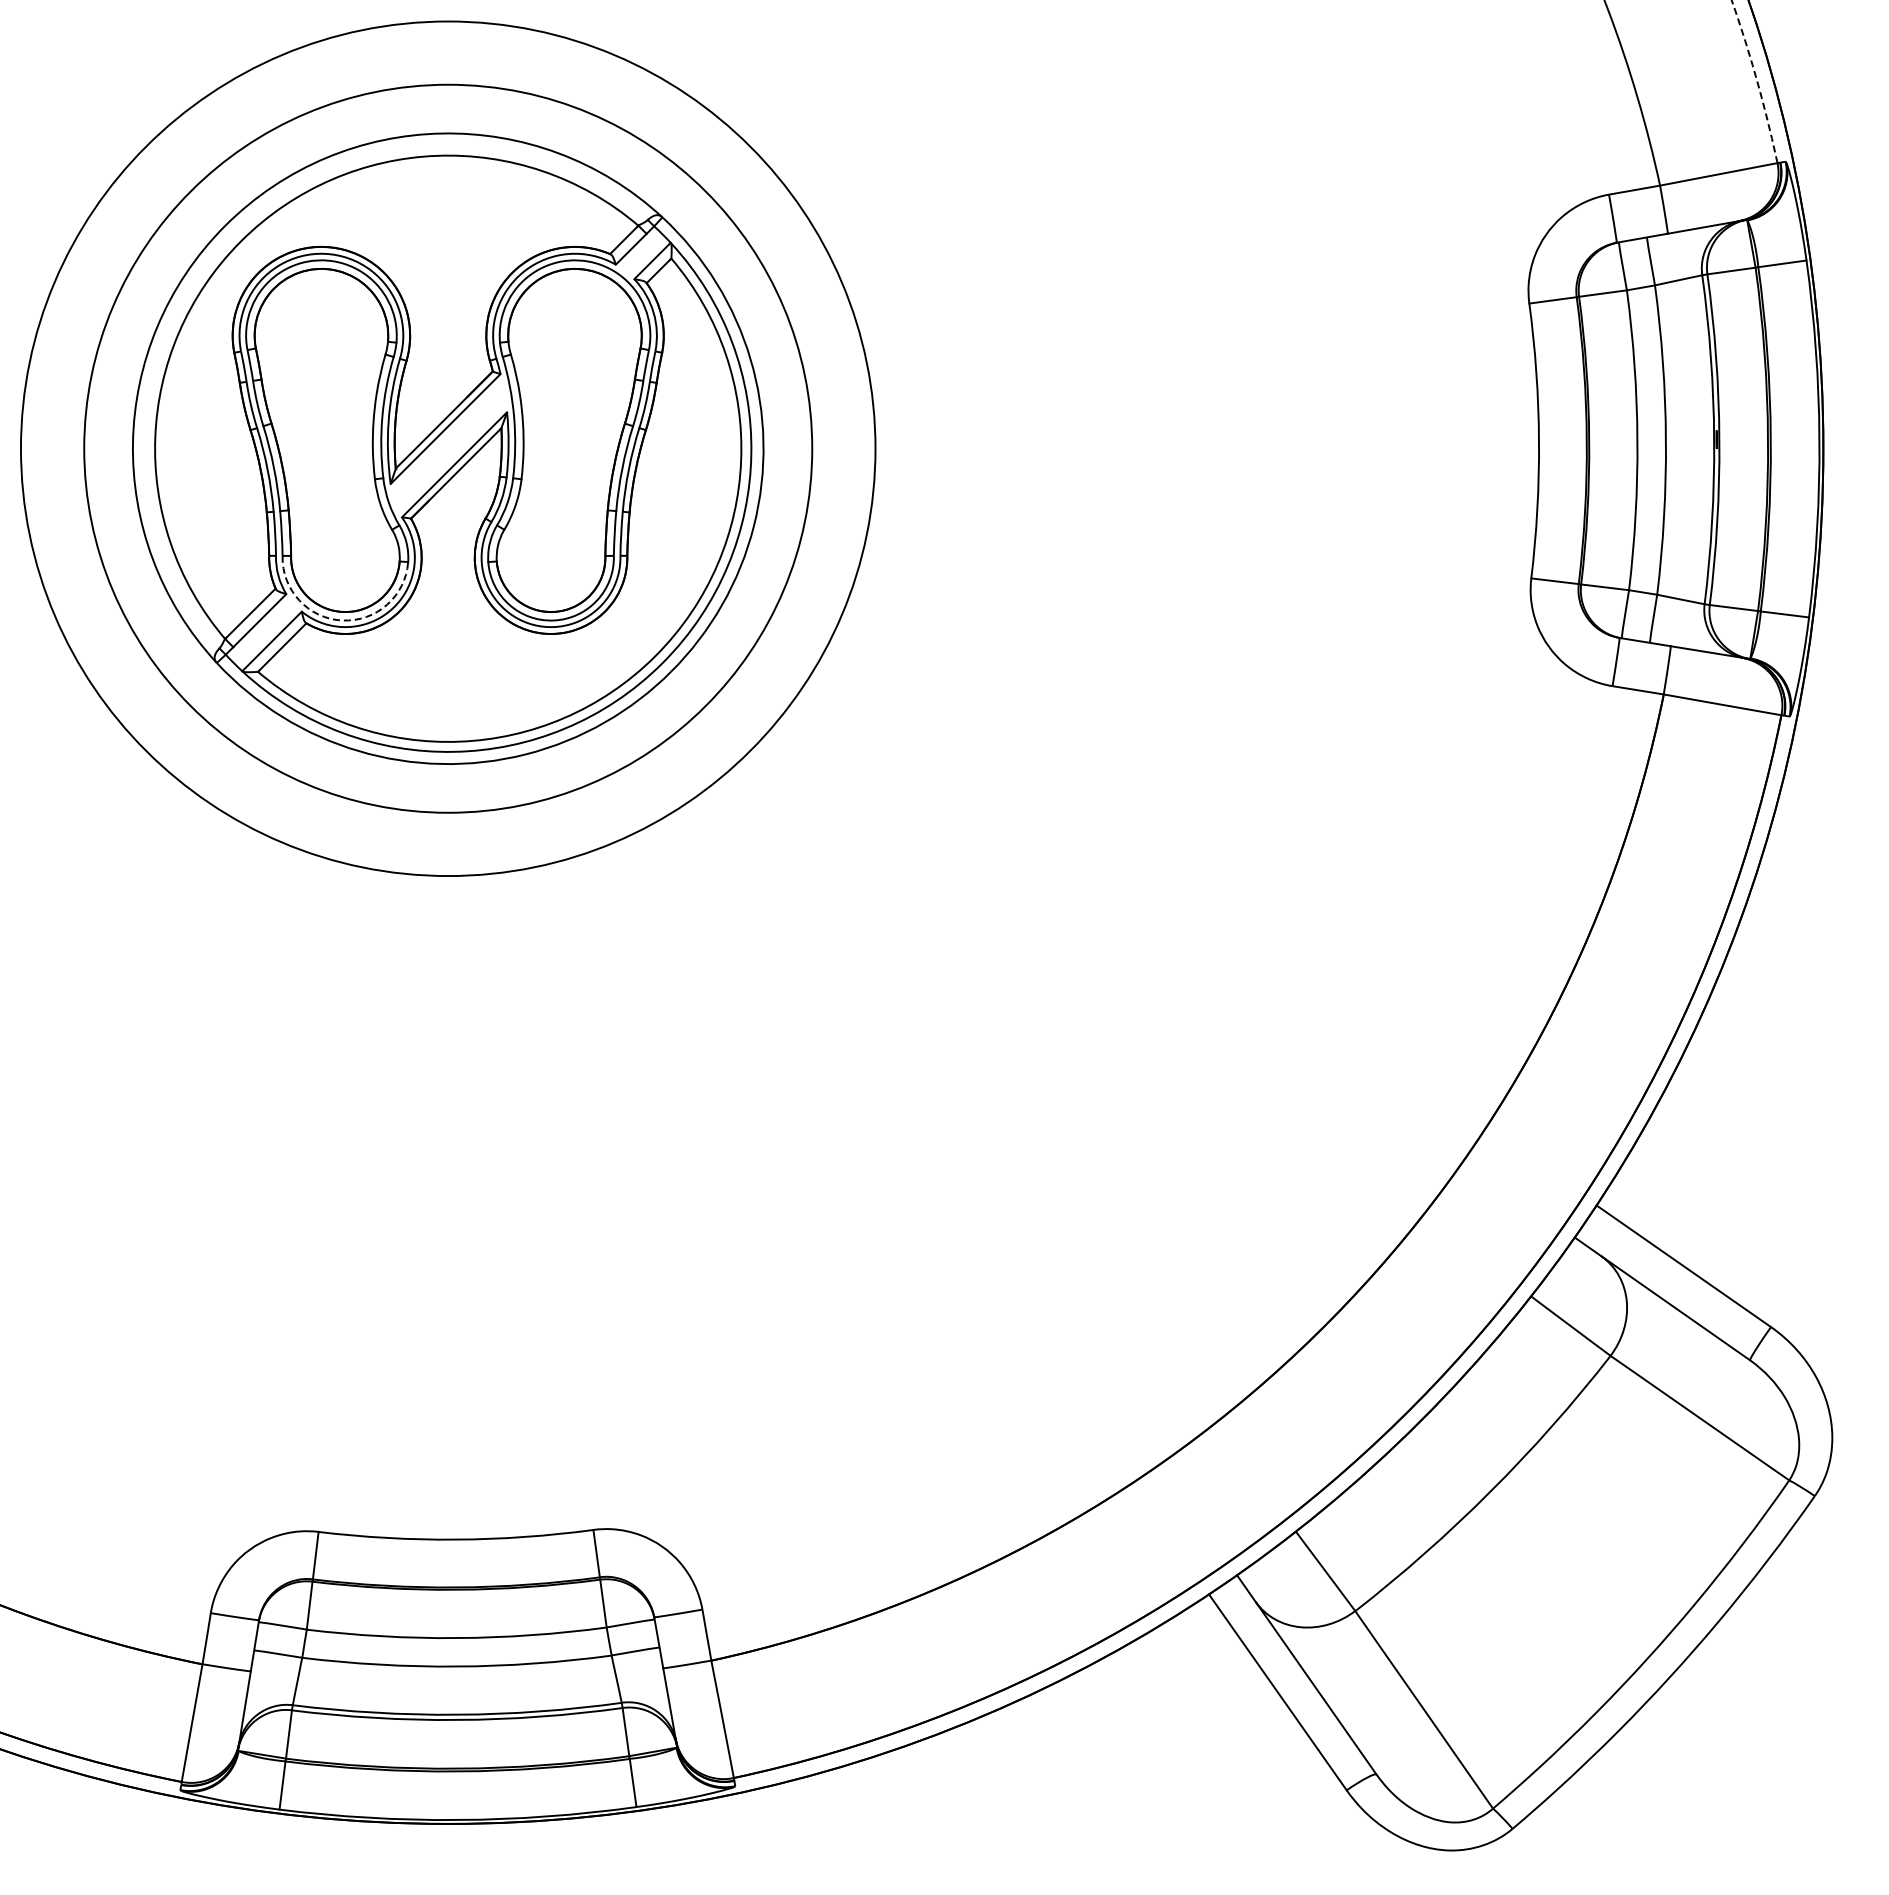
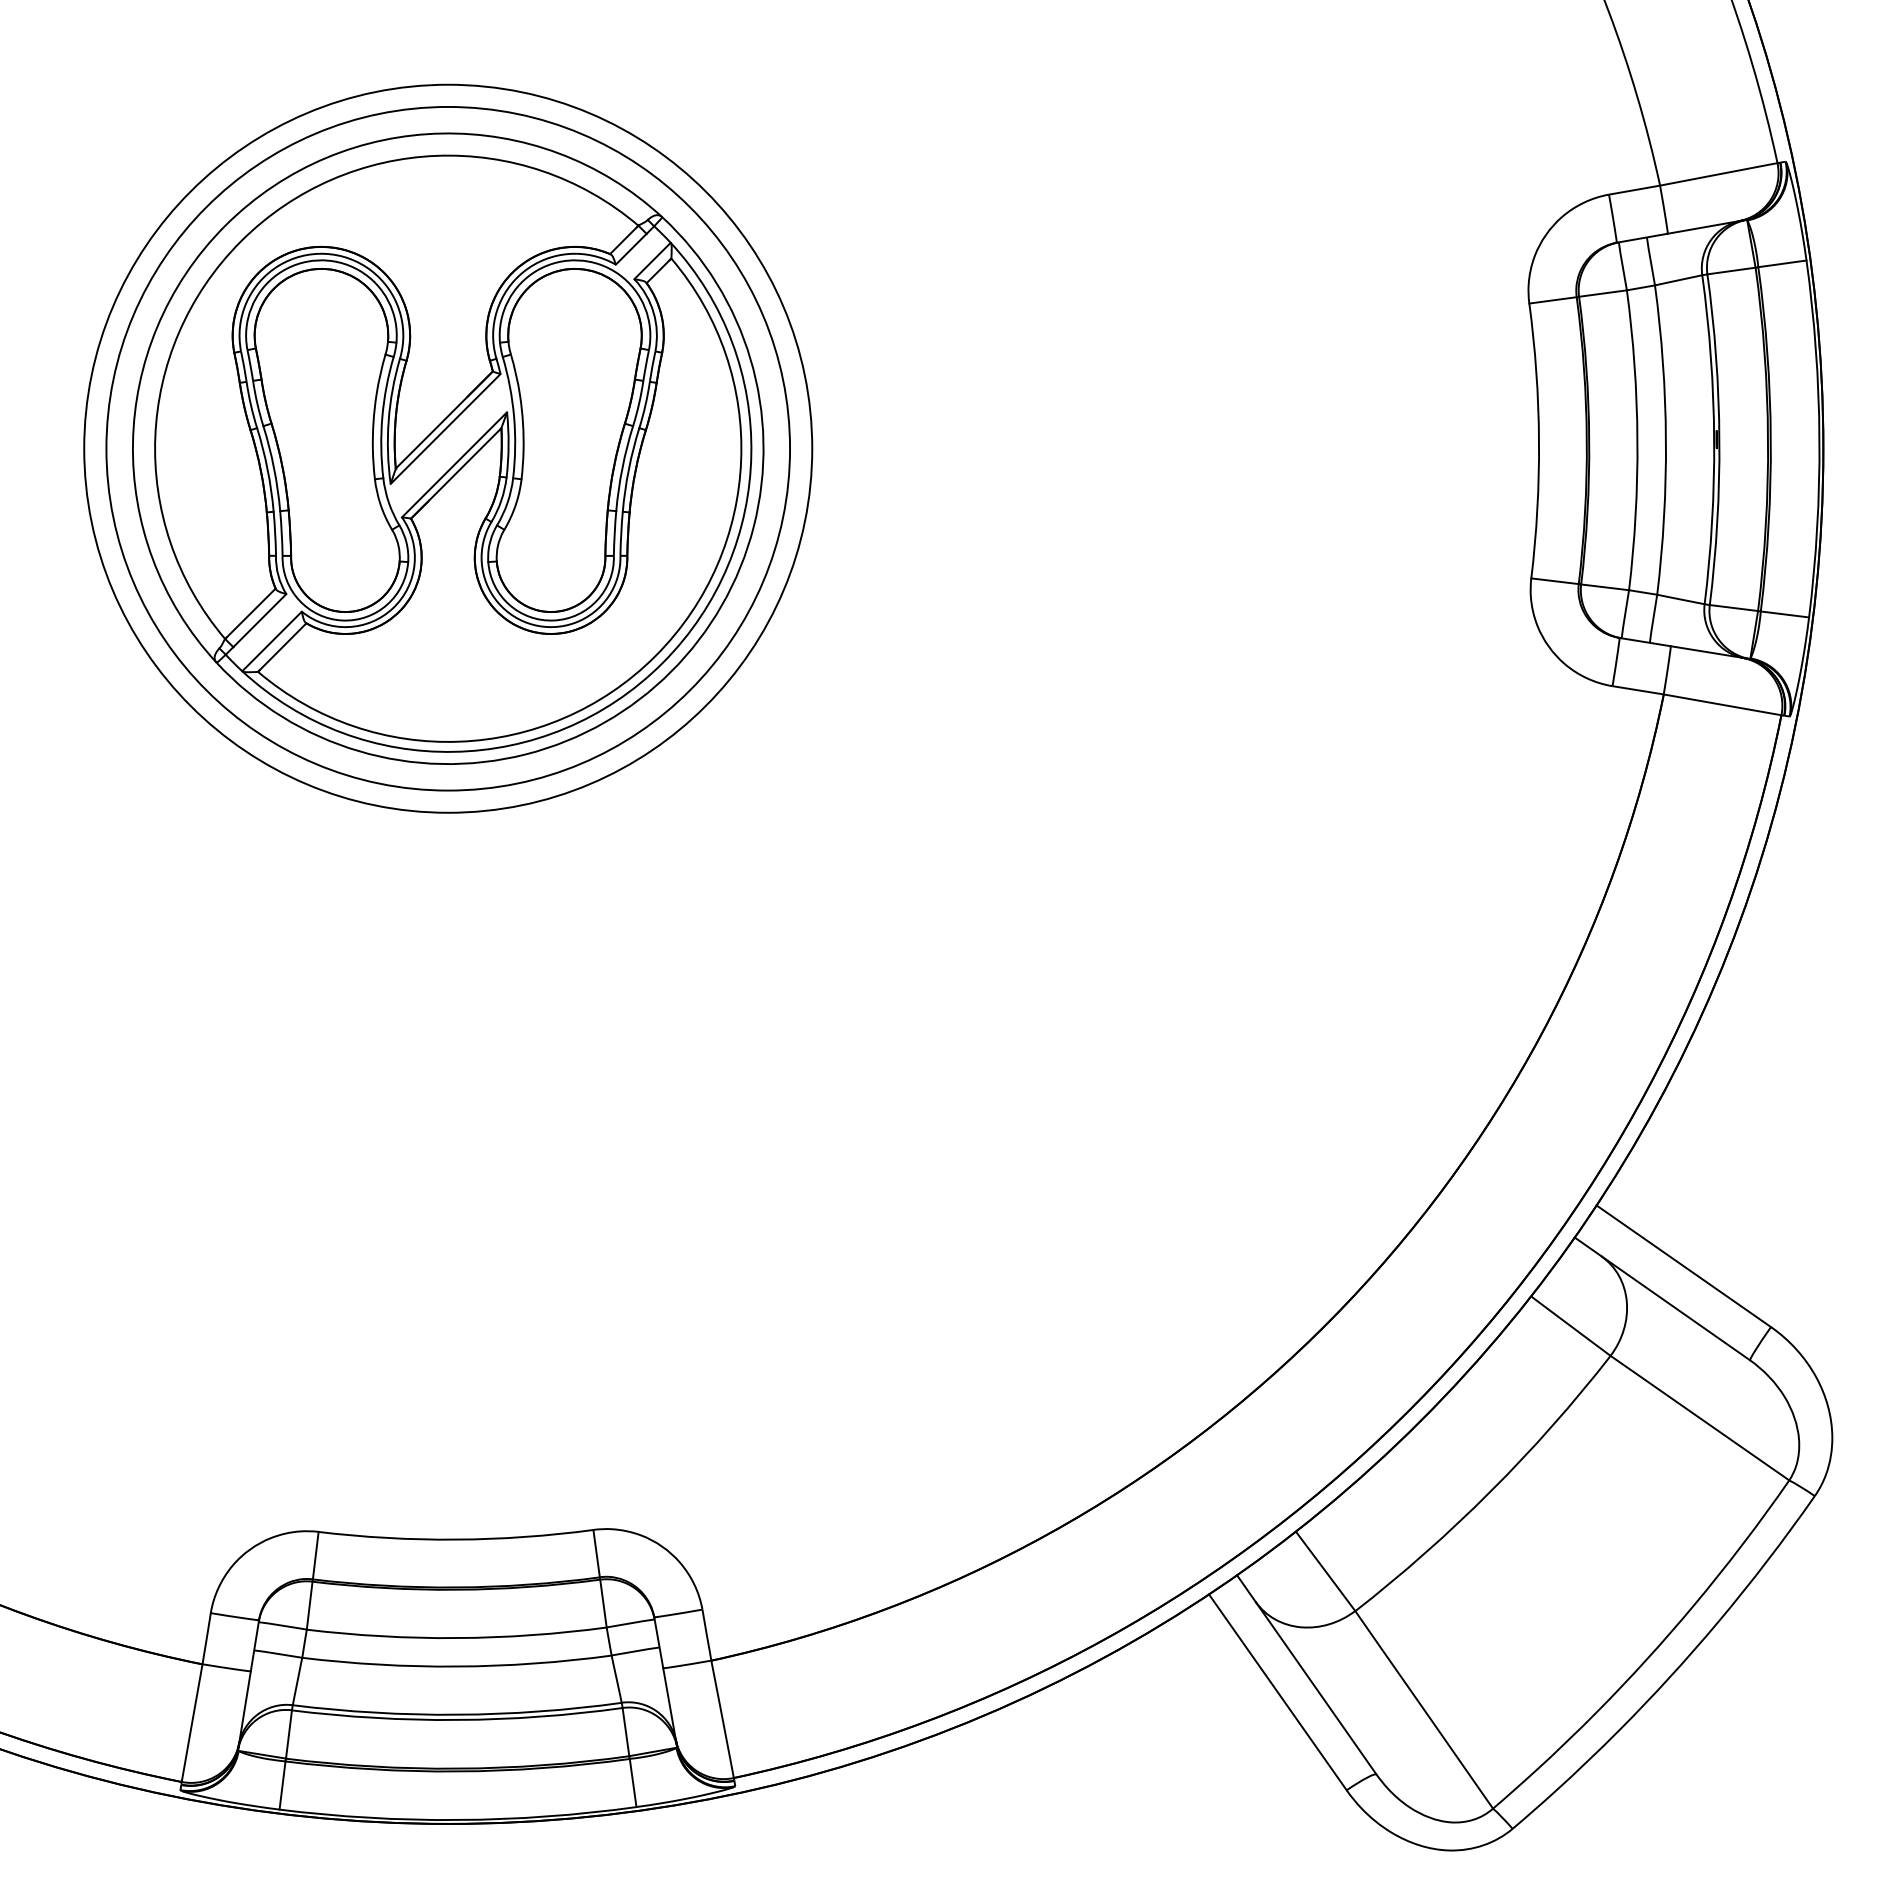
arc at (1757, 81): dashed -> solid
circle at (447, 448) diameter: 855 px -> 684 px
arc at (342, 620): dashed -> solid
